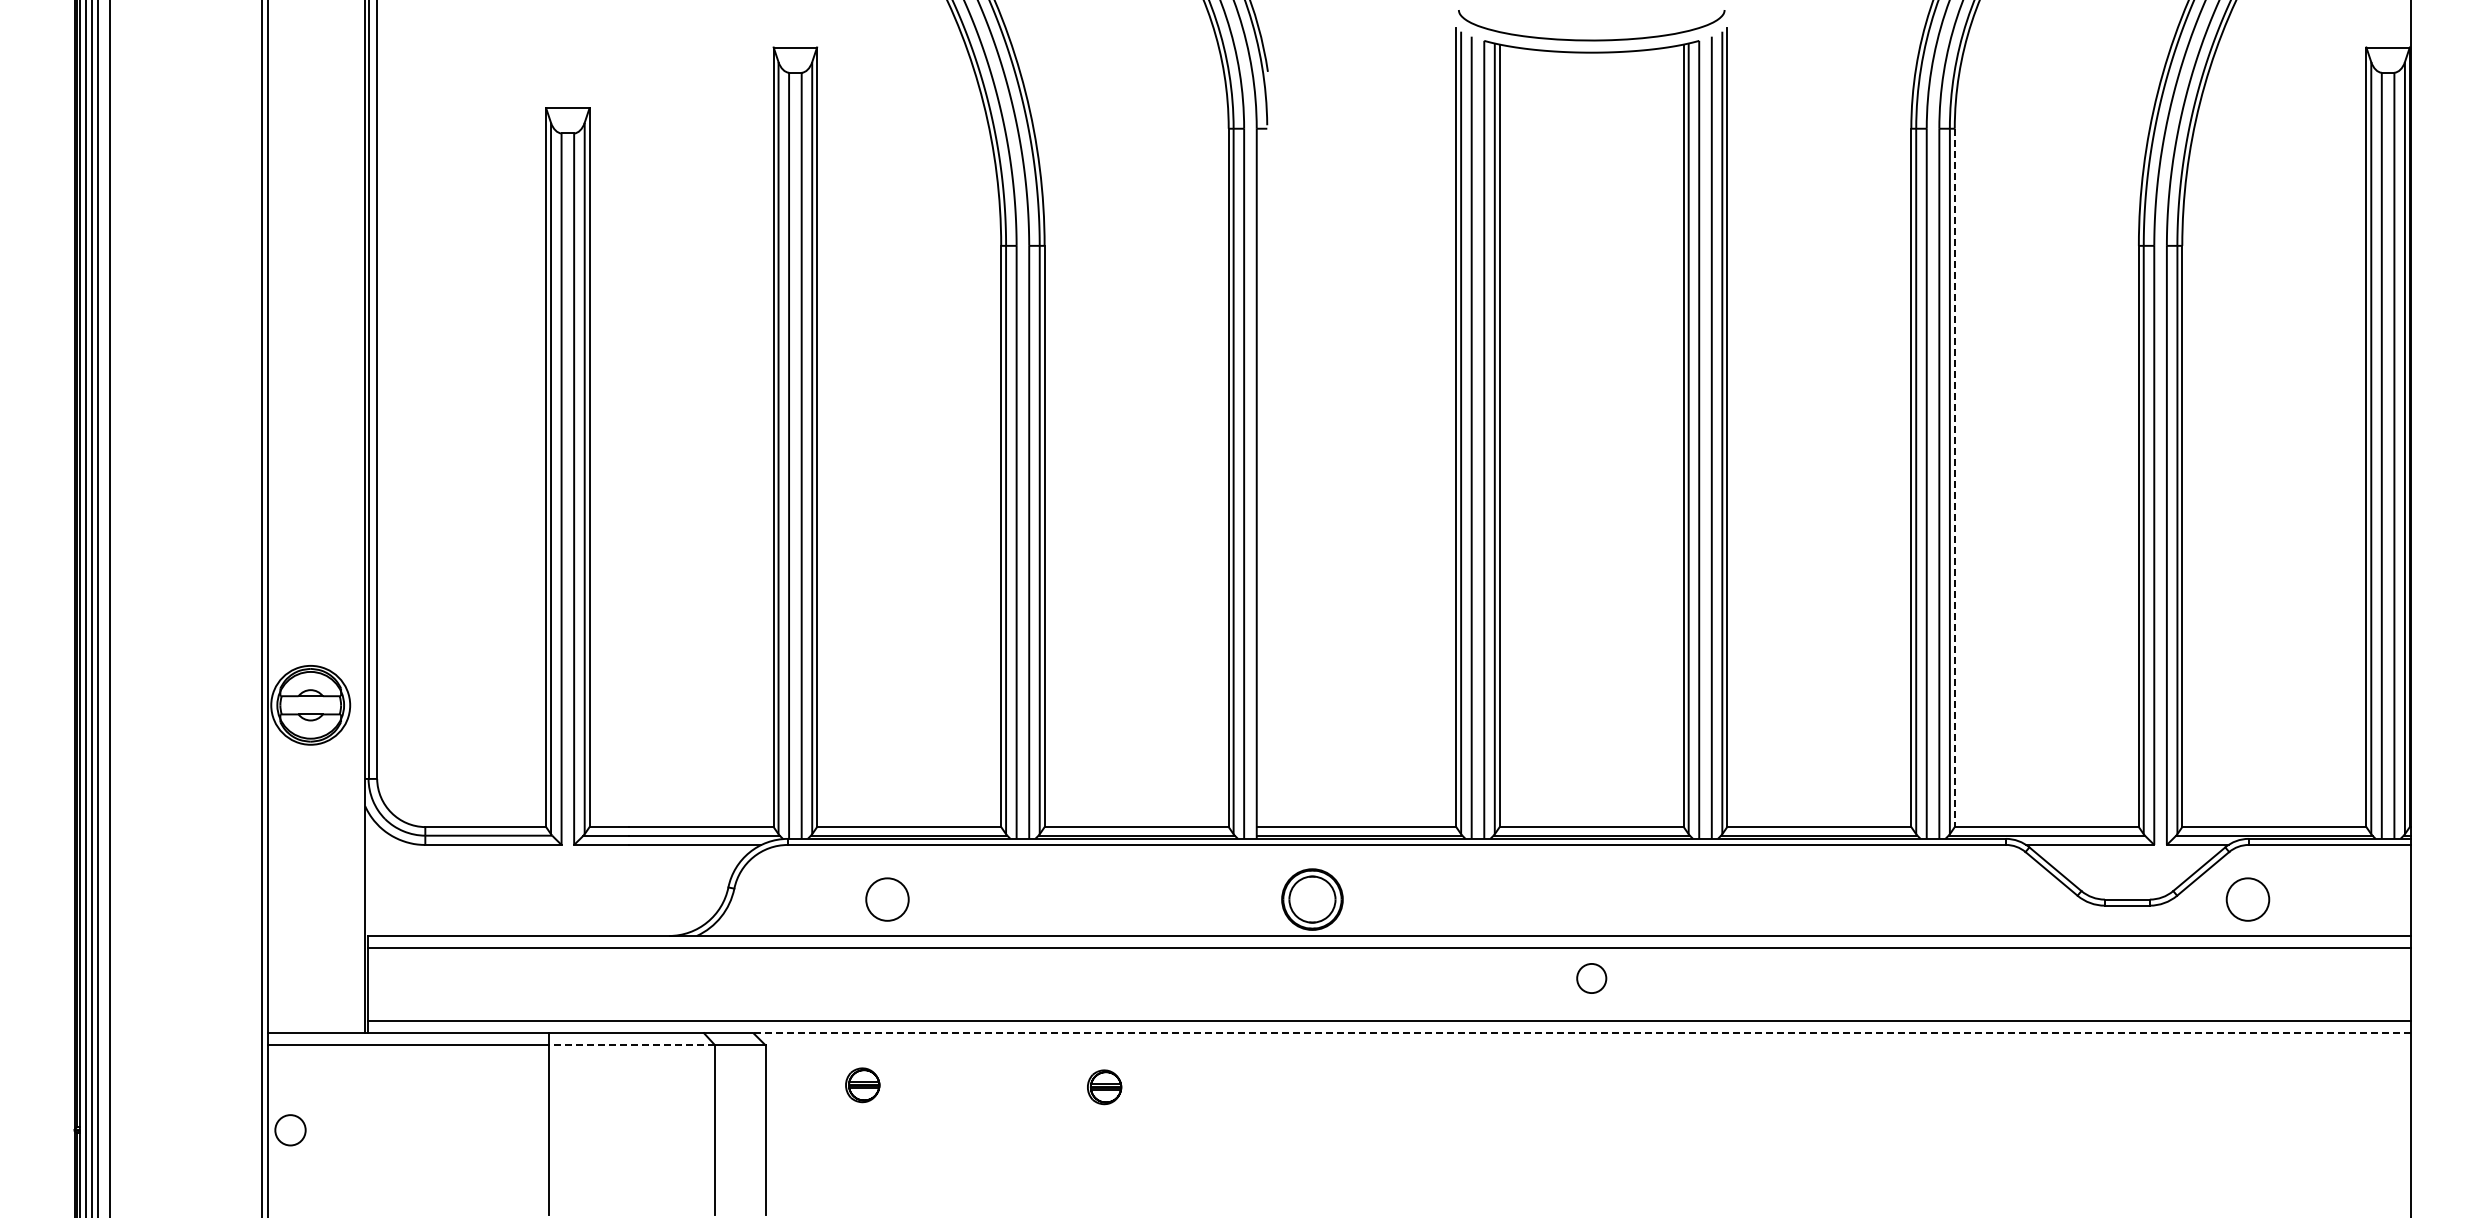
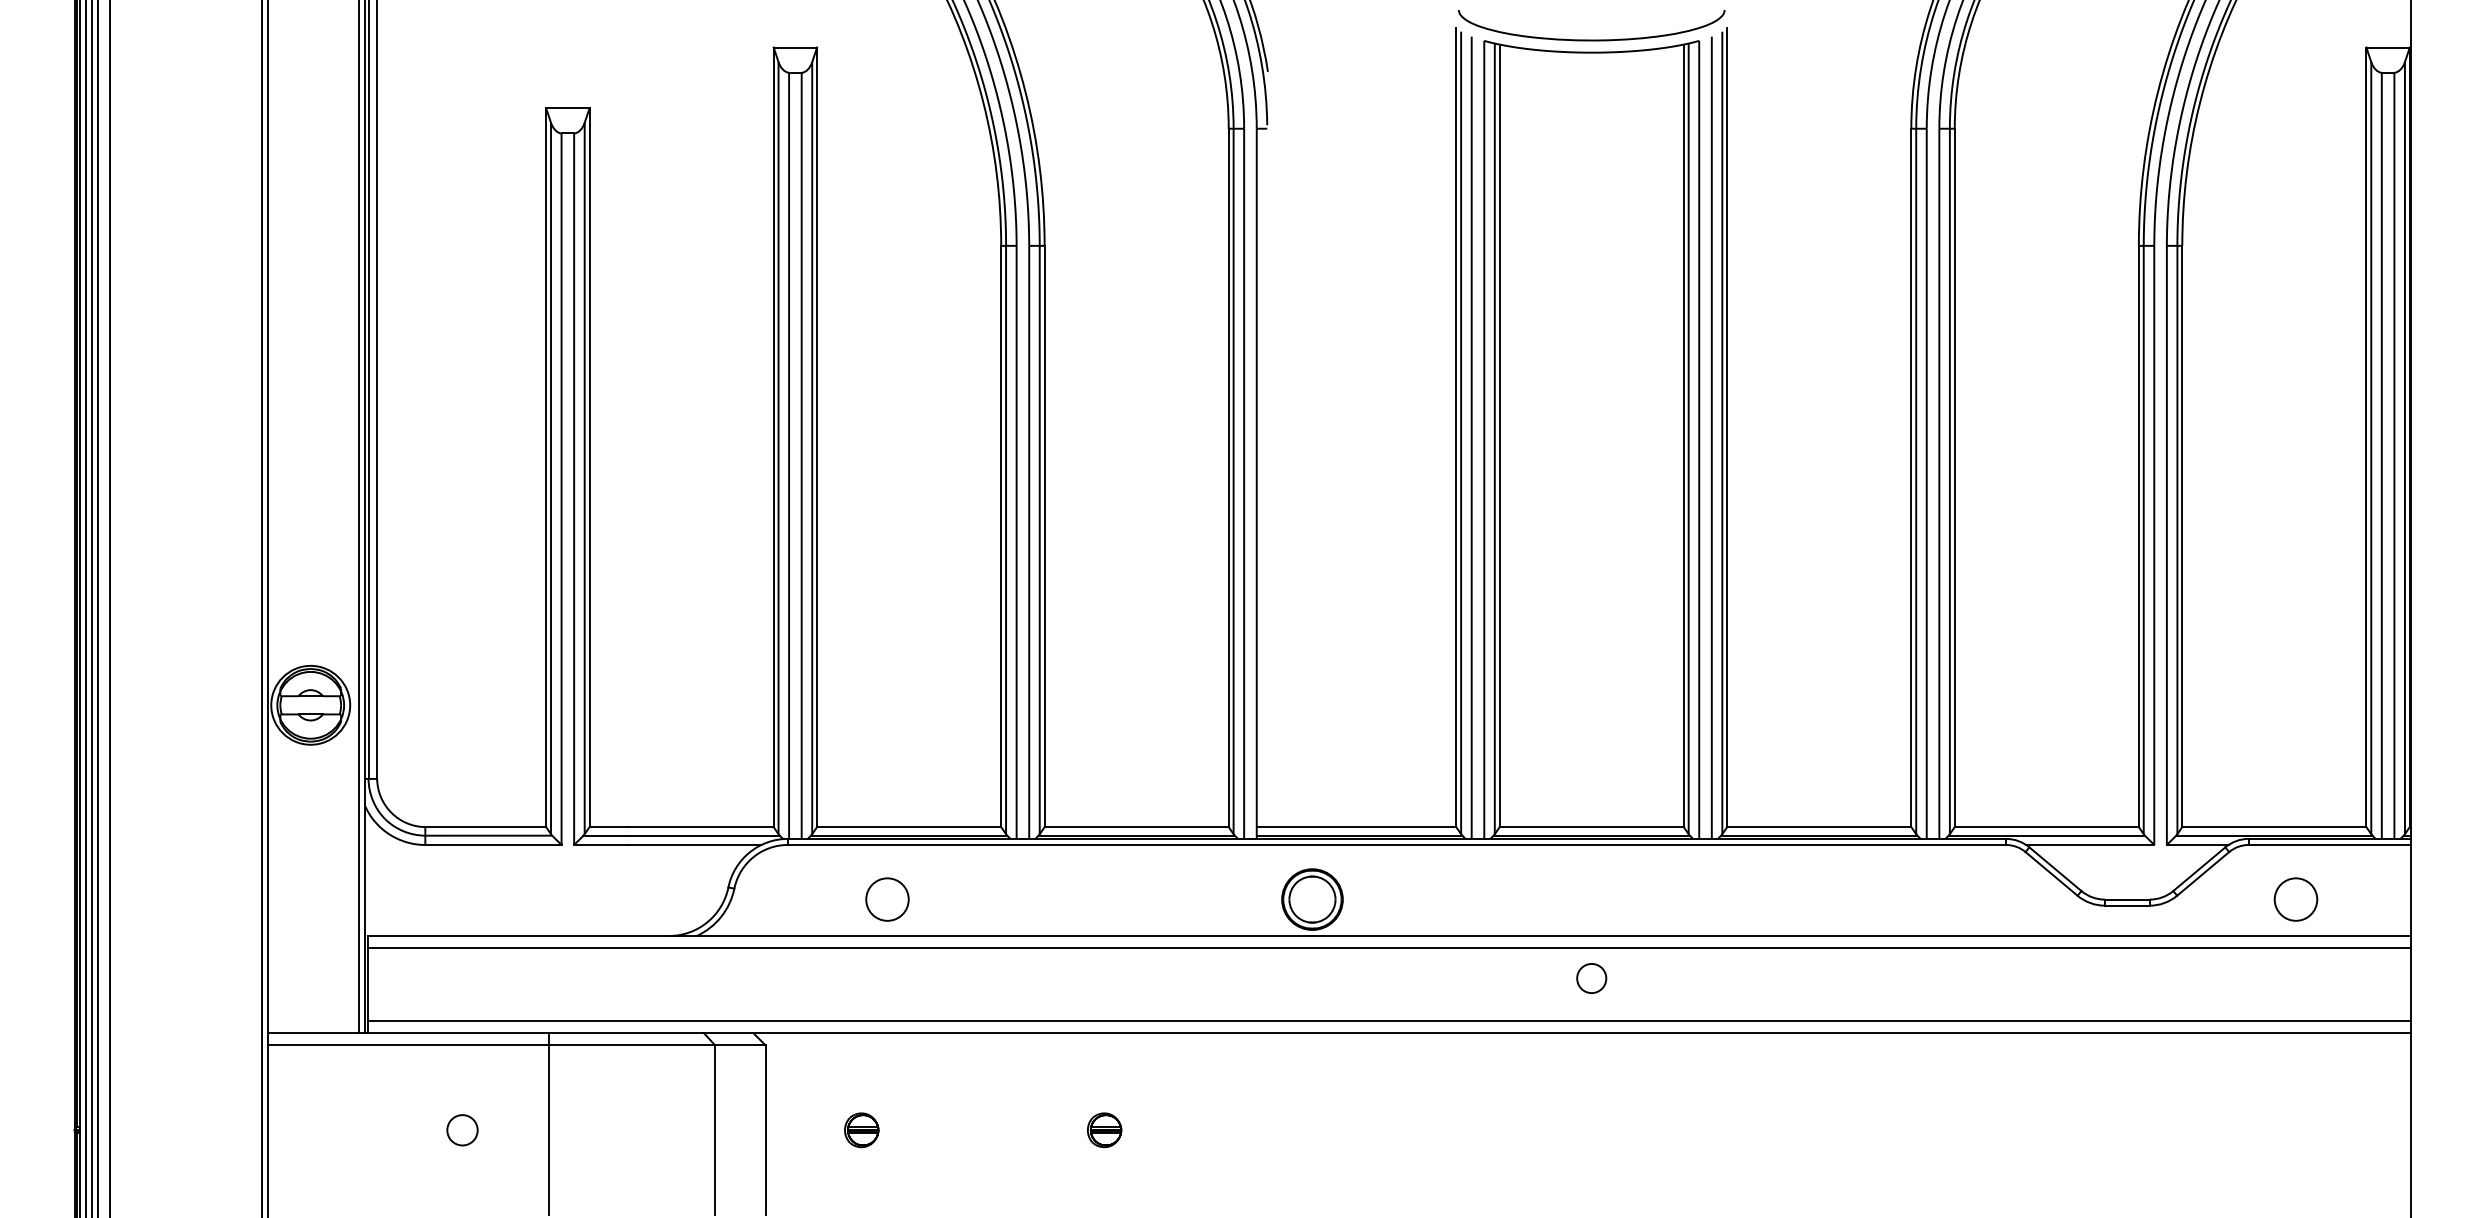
line at (1954, 478): dashed -> solid
line at (359, 517): none -> present
circle at (2247, 899) position: (2247, 899) -> (2295, 899)
line at (1581, 1033): dashed -> solid
line at (631, 1045): dashed -> solid
part at (862, 1085) position: (862, 1085) -> (861, 1130)
part at (1104, 1087) position: (1104, 1087) -> (1104, 1130)
circle at (290, 1130) position: (290, 1130) -> (462, 1130)
